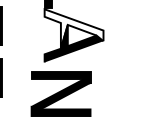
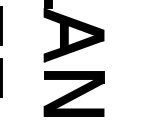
fill at (73, 28): none -> present
part at (60, 93) position: (60, 93) -> (73, 93)
